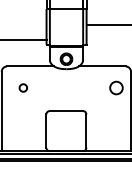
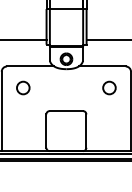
line at (107, 25) position: (107, 25) -> (107, 40)
circle at (22, 87) size: 10x10 px -> 15x16 px
circle at (116, 87) position: (116, 87) -> (109, 87)
